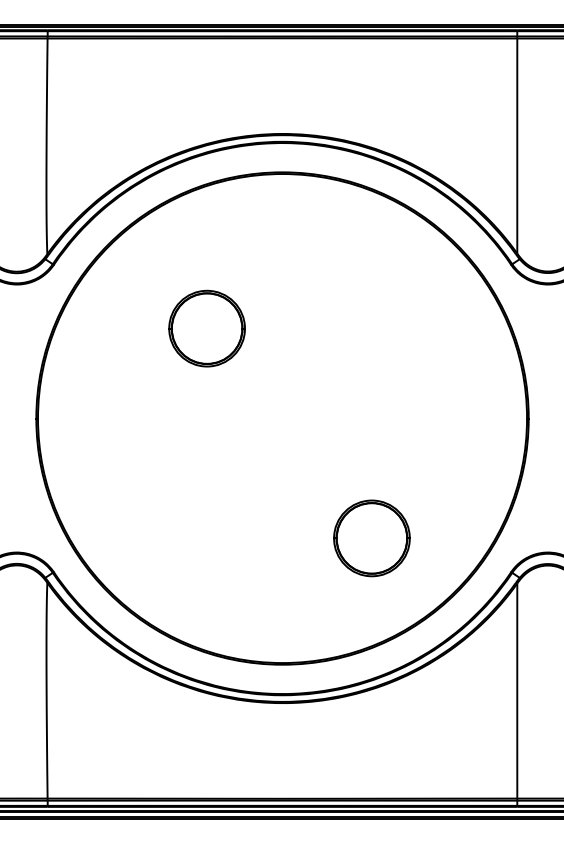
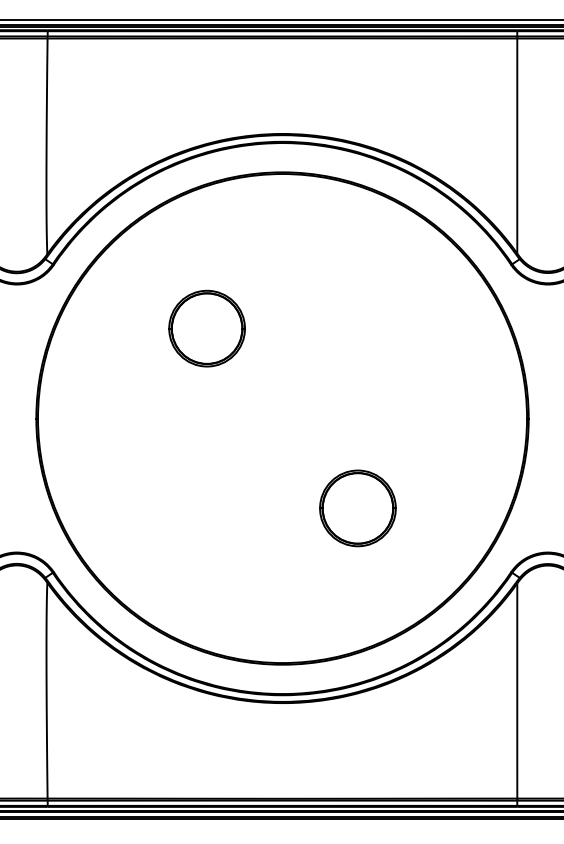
line at (281, 19): none -> present
part at (371, 538) position: (371, 538) -> (357, 508)
